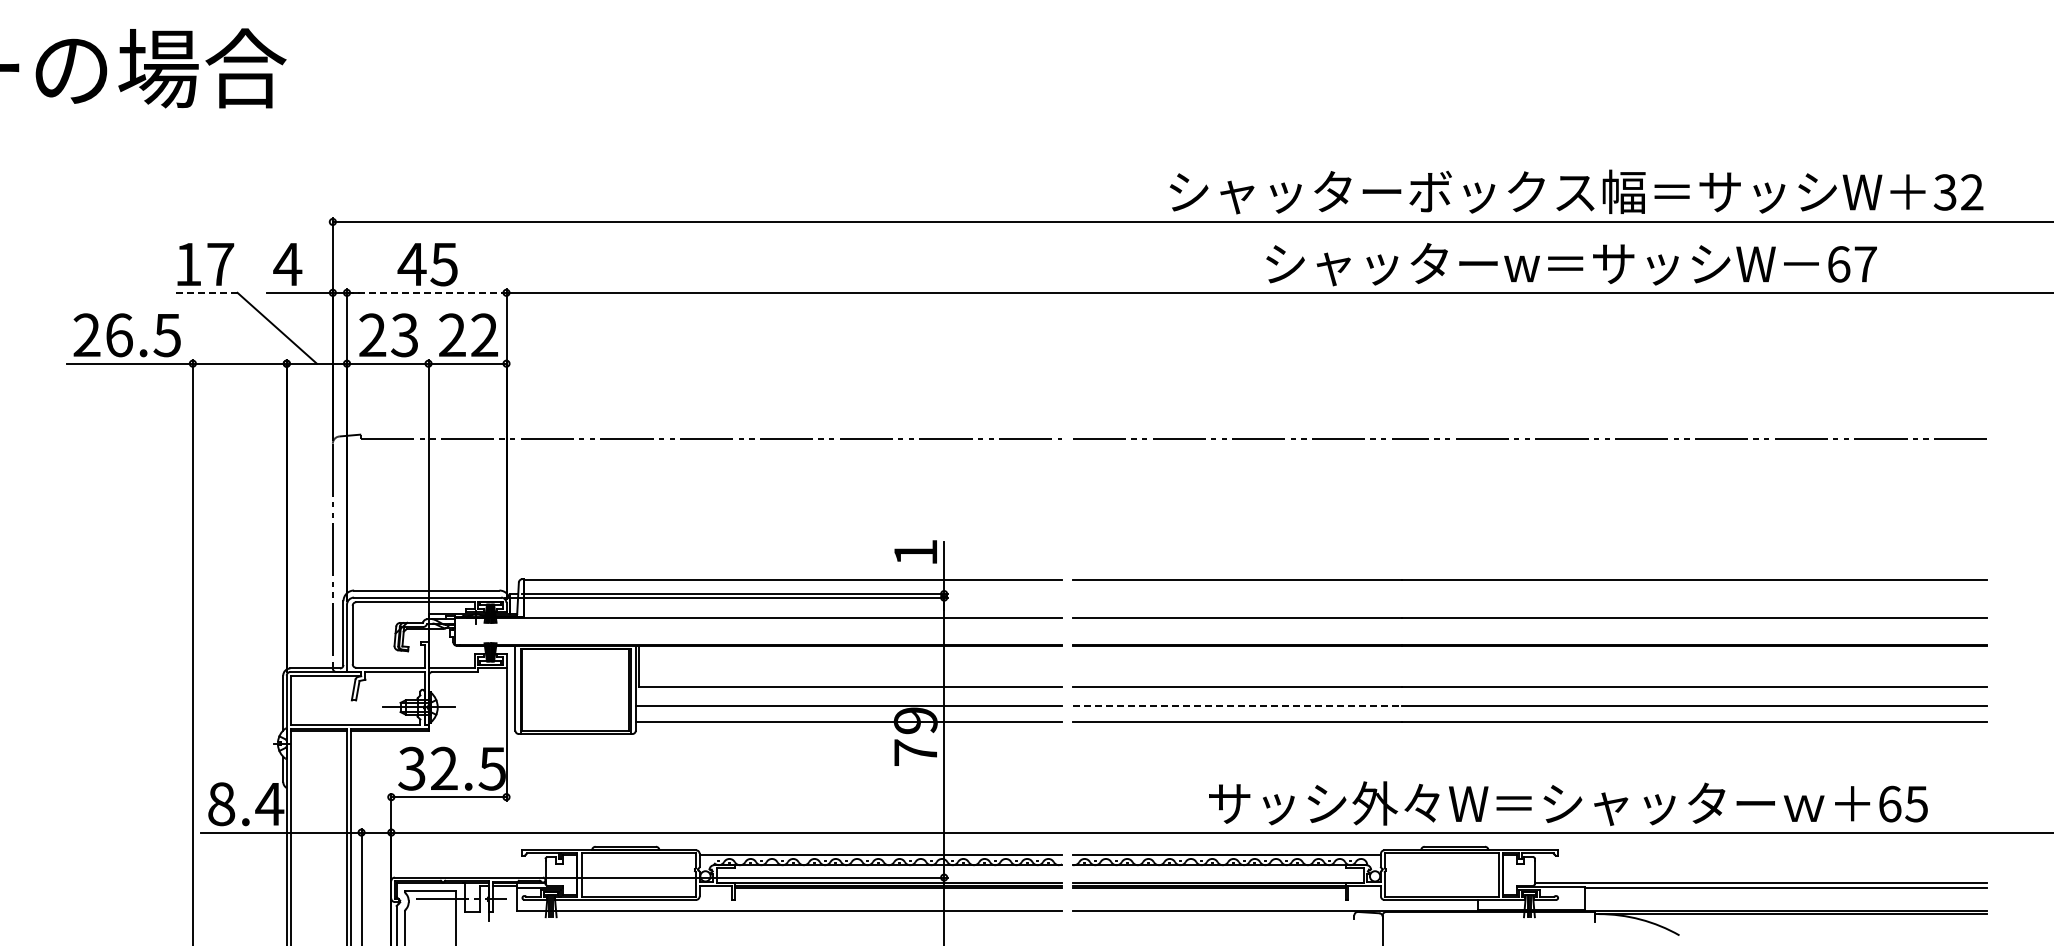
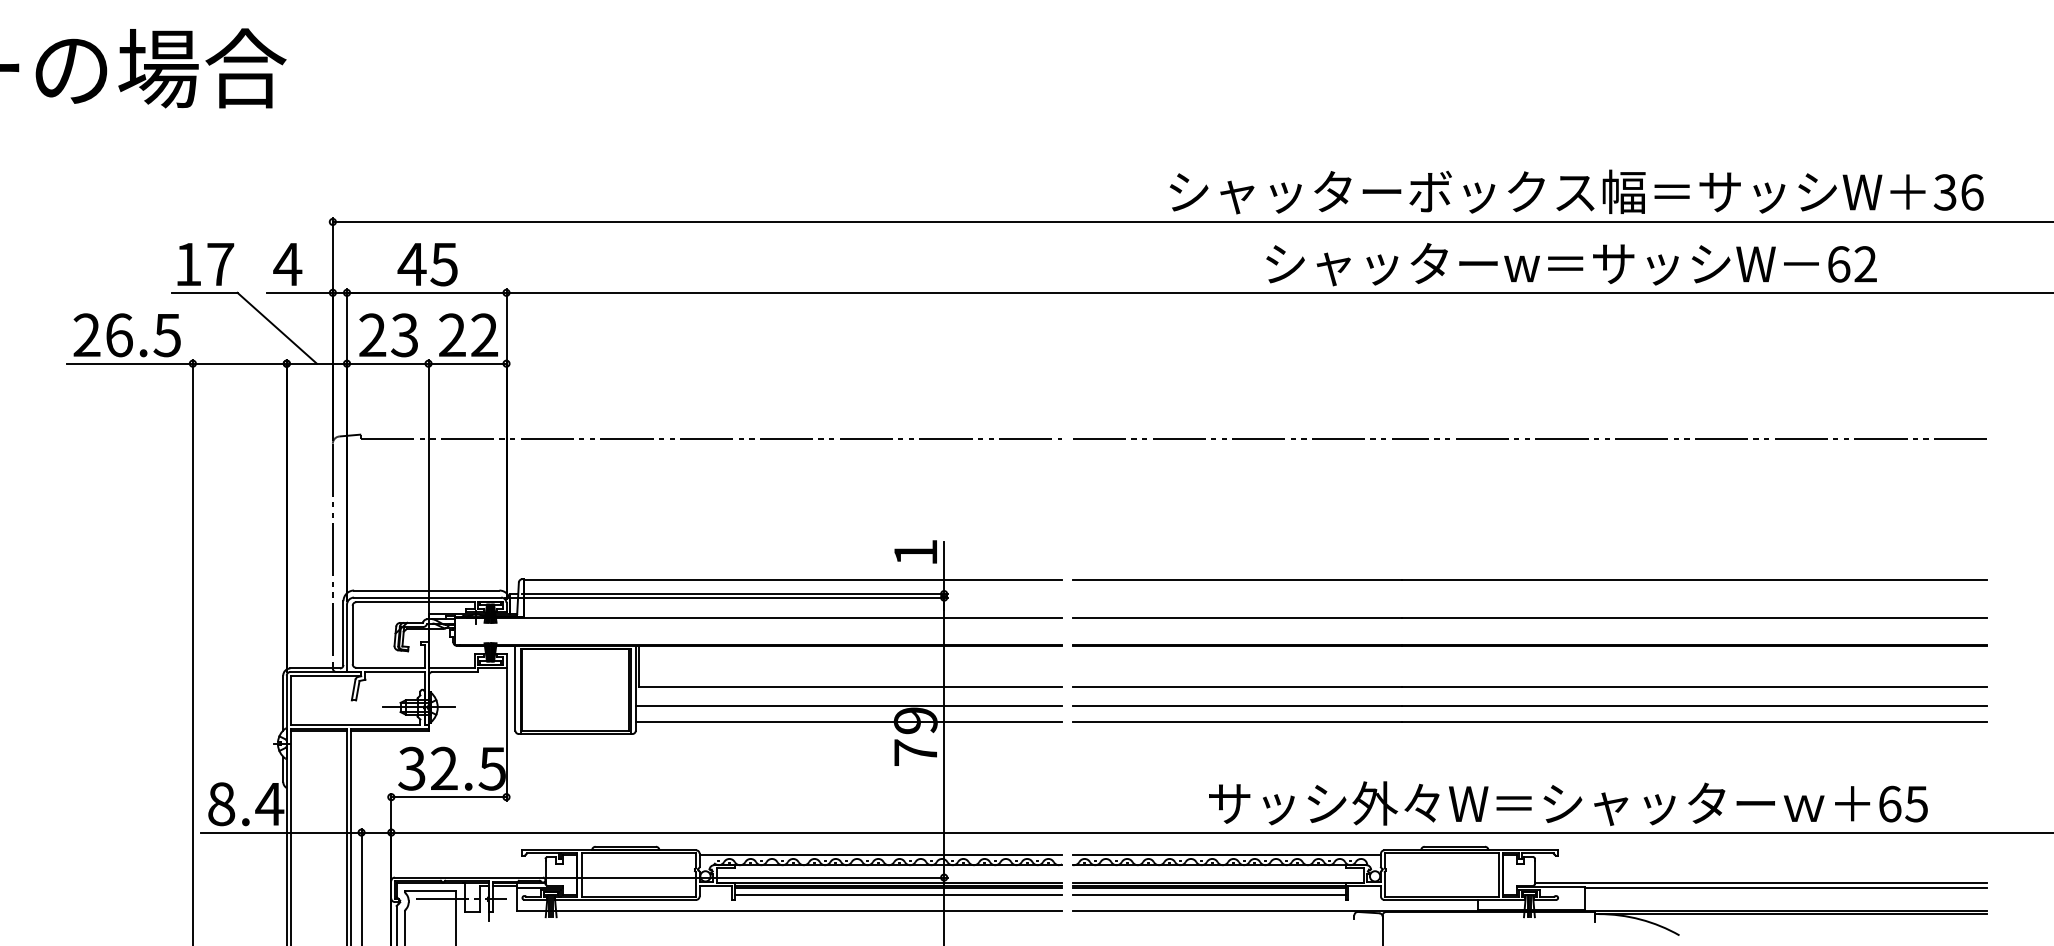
text at (1972, 192): 32 -> 36
text at (1865, 264): 67 -> 62
line at (204, 292): dashed -> solid
line at (426, 292): dashed -> solid
line at (1237, 706): dashed -> solid
line at (898, 895): none -> present
line at (1208, 895): none -> present
